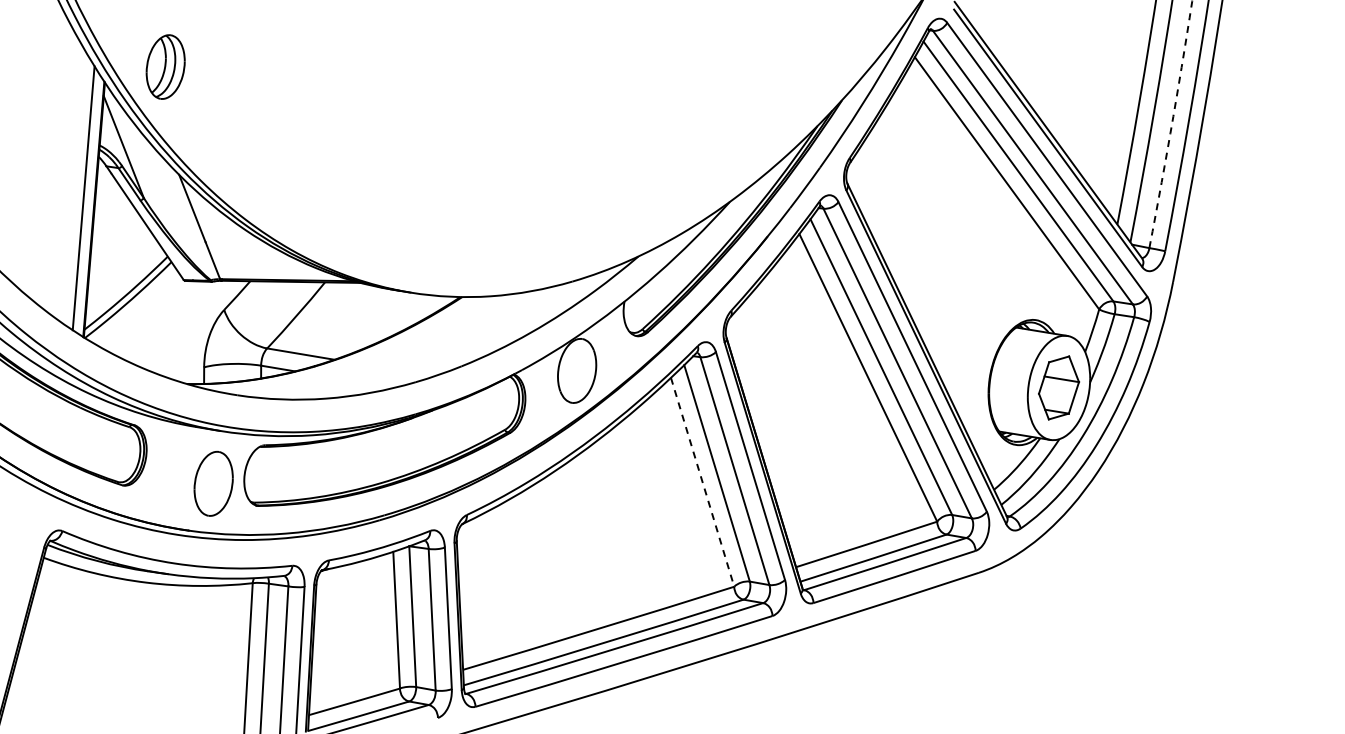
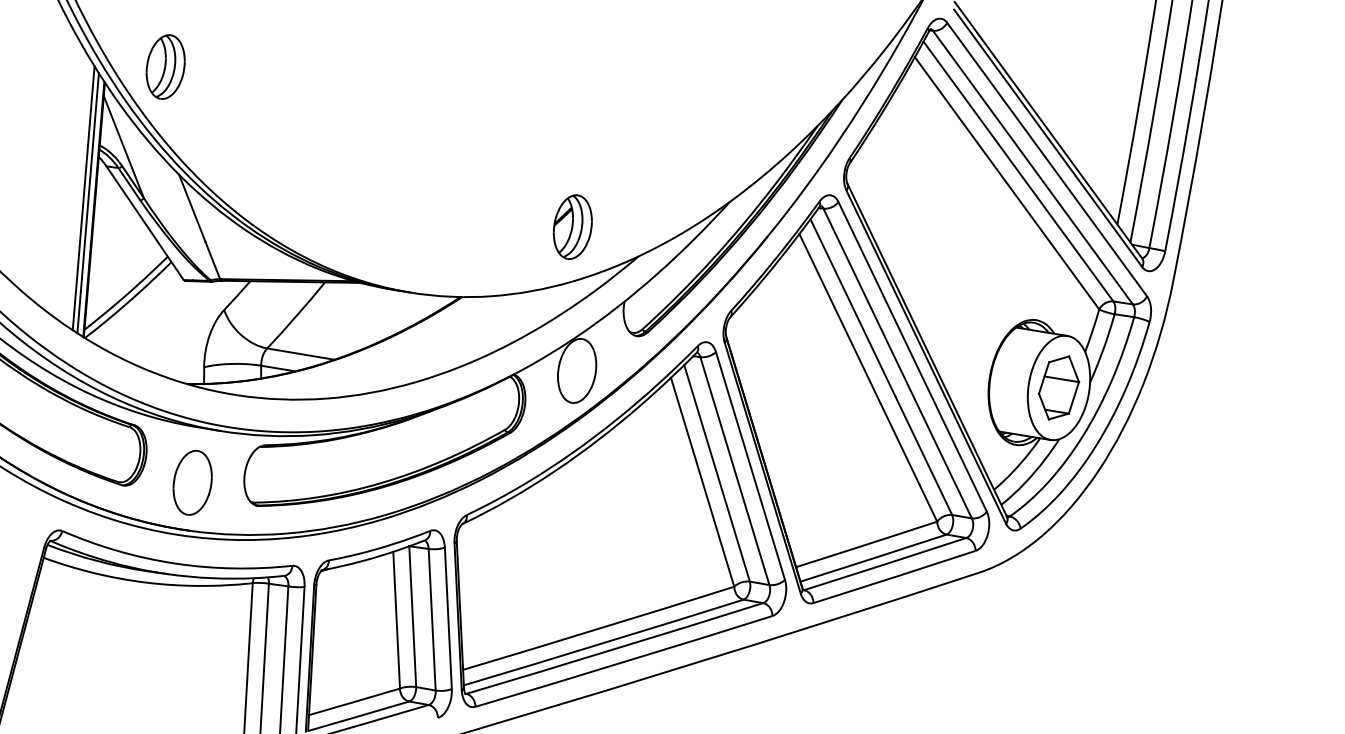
arc at (1172, 123): dashed -> solid
line at (87, 203): none -> present
part at (572, 226): none -> present
line at (702, 482): dashed -> solid
part at (213, 483) position: (213, 483) -> (192, 482)
